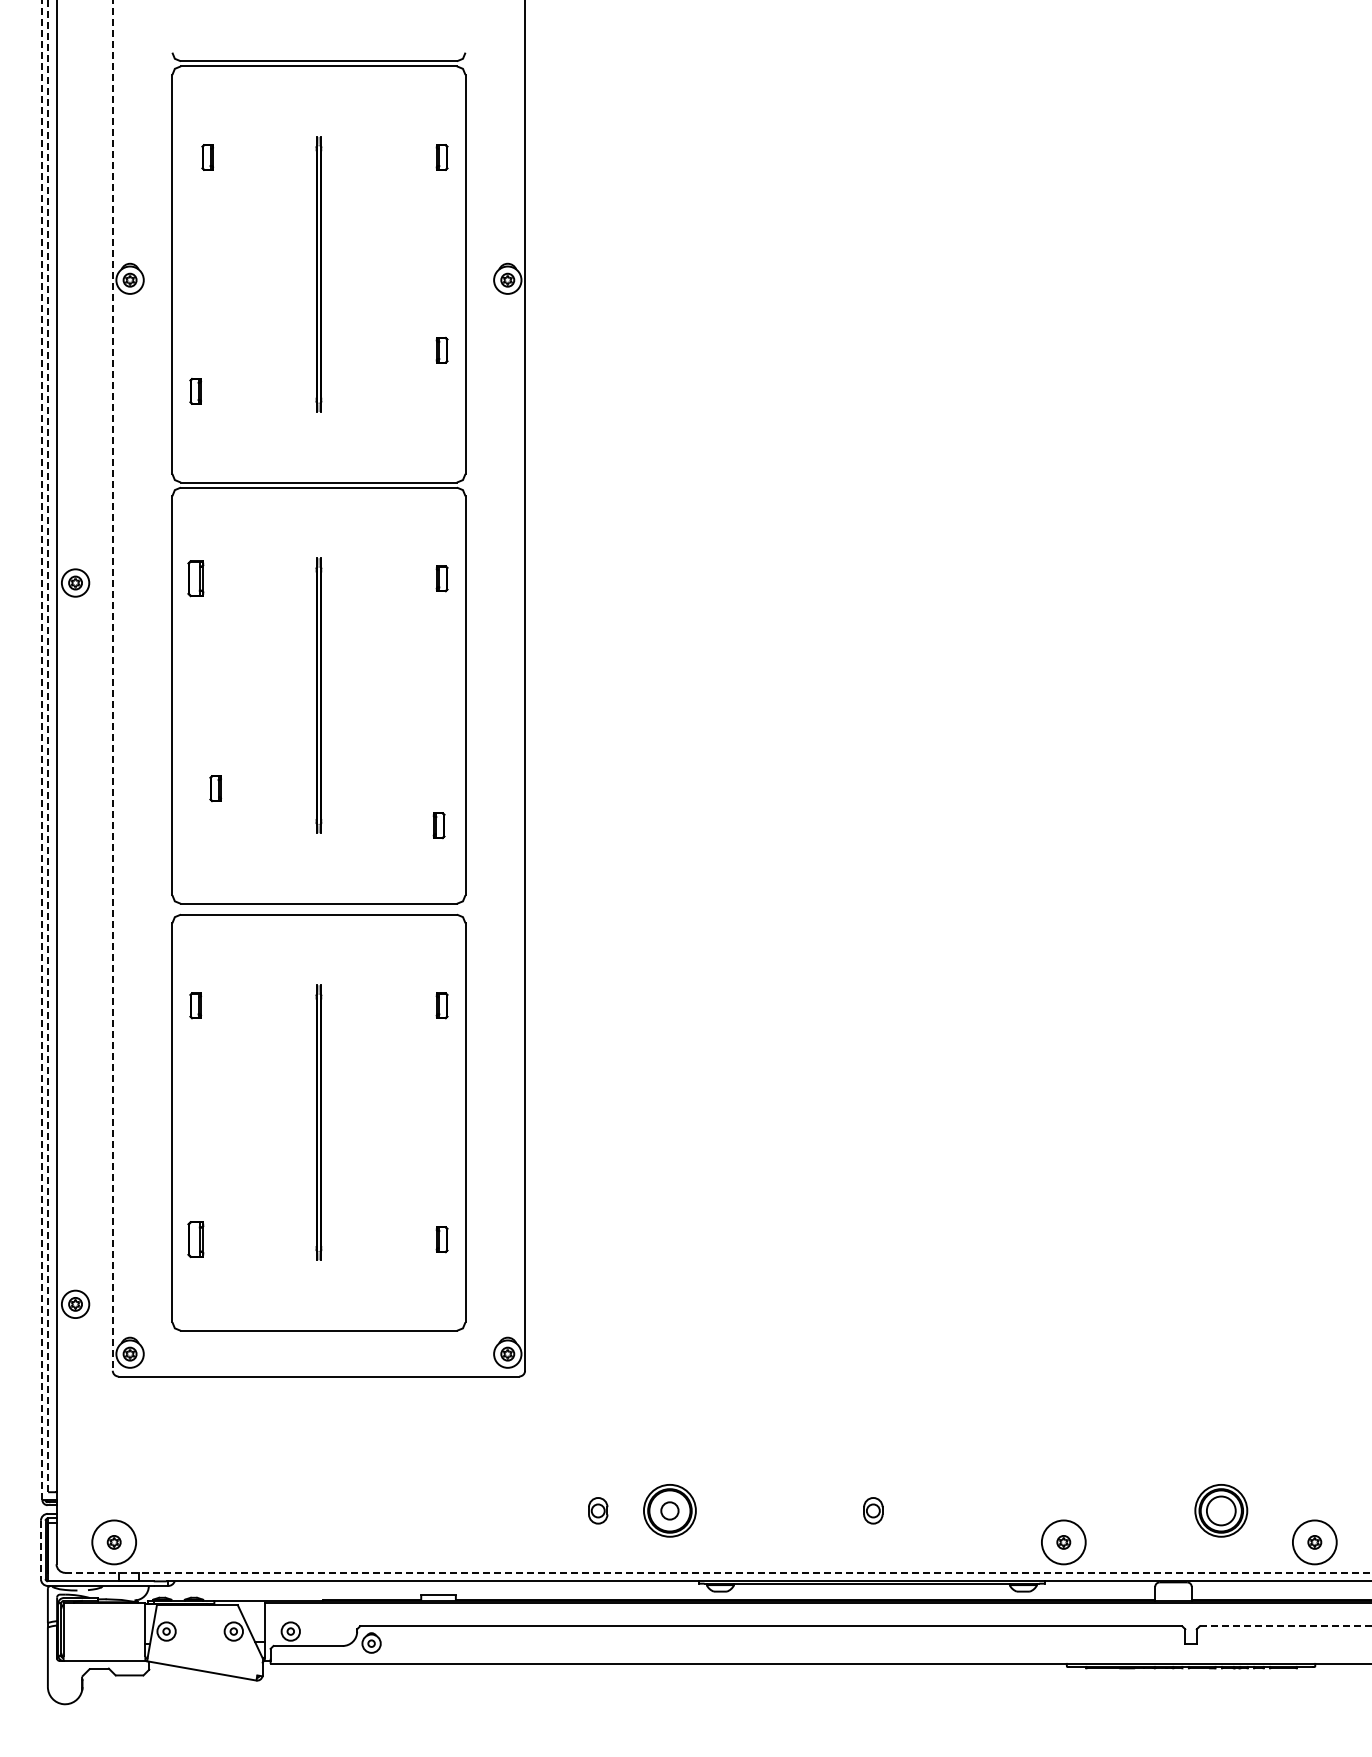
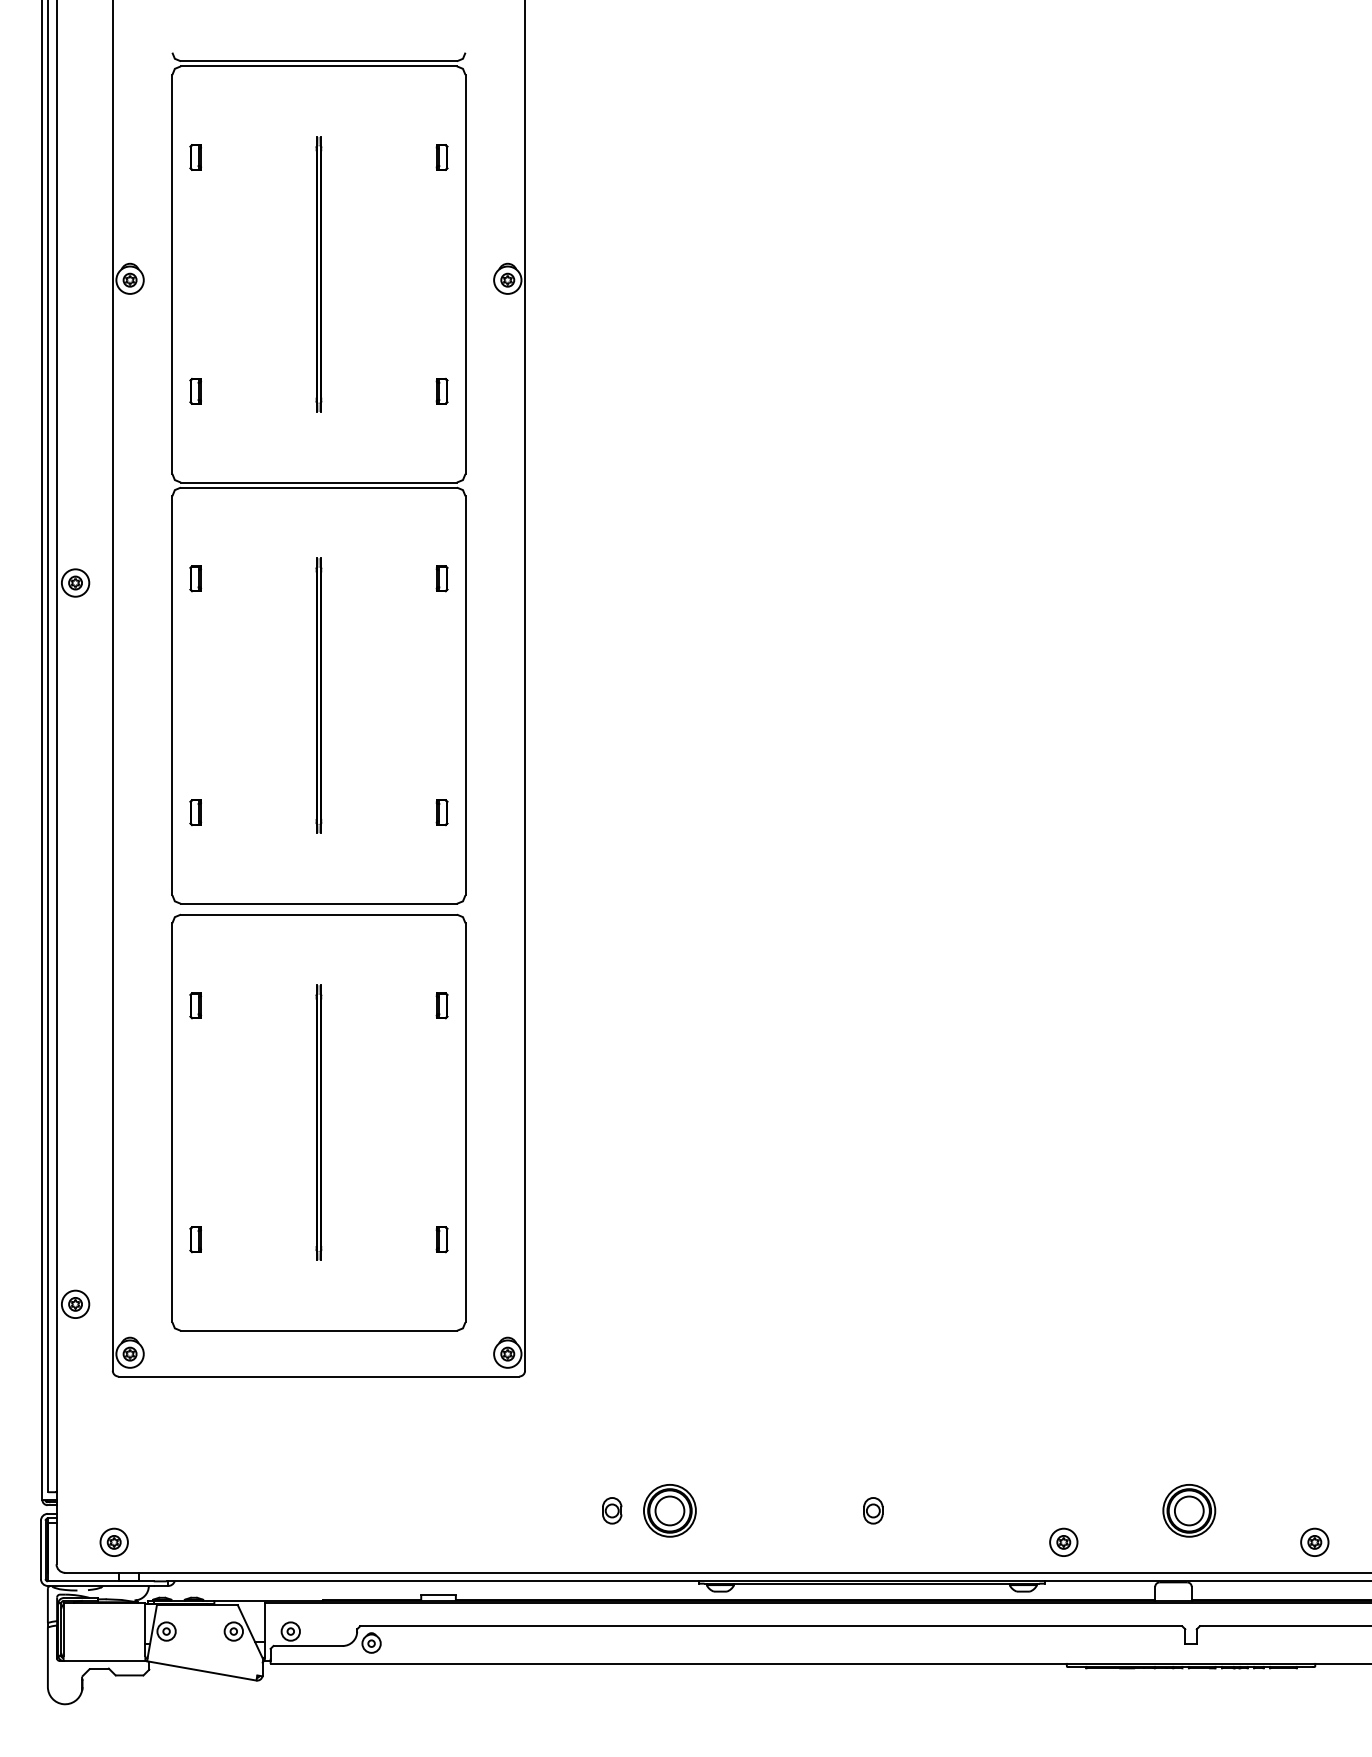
part at (207, 157) position: (207, 157) -> (195, 157)
part at (441, 350) position: (441, 350) -> (441, 391)
part at (195, 578) size: 18x38 px -> 13x28 px
line at (112, 685): dashed -> solid
line at (48, 746): dashed -> solid
line at (42, 750): dashed -> solid
part at (215, 788) position: (215, 788) -> (195, 812)
part at (438, 825) position: (438, 825) -> (441, 812)
part at (195, 1239) size: 18x37 px -> 13x28 px
part at (598, 1510) position: (598, 1510) -> (612, 1510)
circle at (669, 1510) diameter: 17 px -> 29 px
part at (1221, 1510) position: (1221, 1510) -> (1189, 1510)
circle at (114, 1542) diameter: 44 px -> 27 px
circle at (1063, 1542) diameter: 44 px -> 27 px
circle at (1314, 1542) diameter: 44 px -> 27 px
line at (40, 1550): dashed -> solid
line at (718, 1572): dashed -> solid
line at (1285, 1626): dashed -> solid
